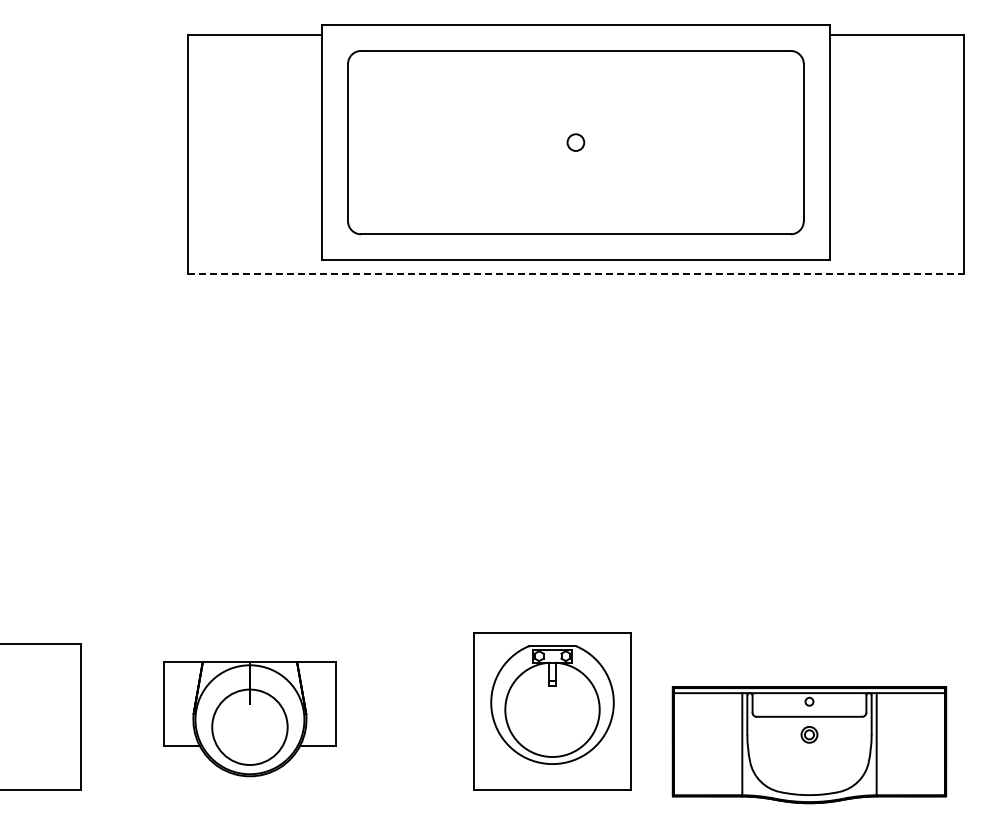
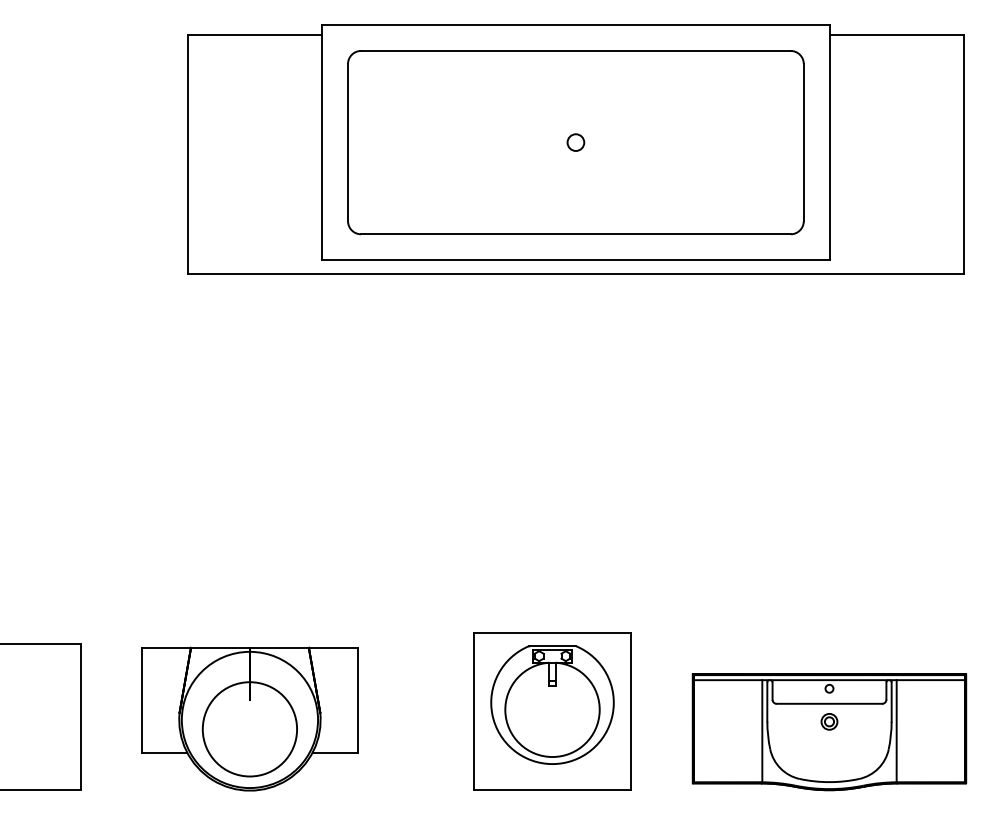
line at (575, 273): dashed -> solid
part at (249, 719) size: 174x117 px -> 218x146 px
part at (809, 745) position: (809, 745) -> (829, 732)
